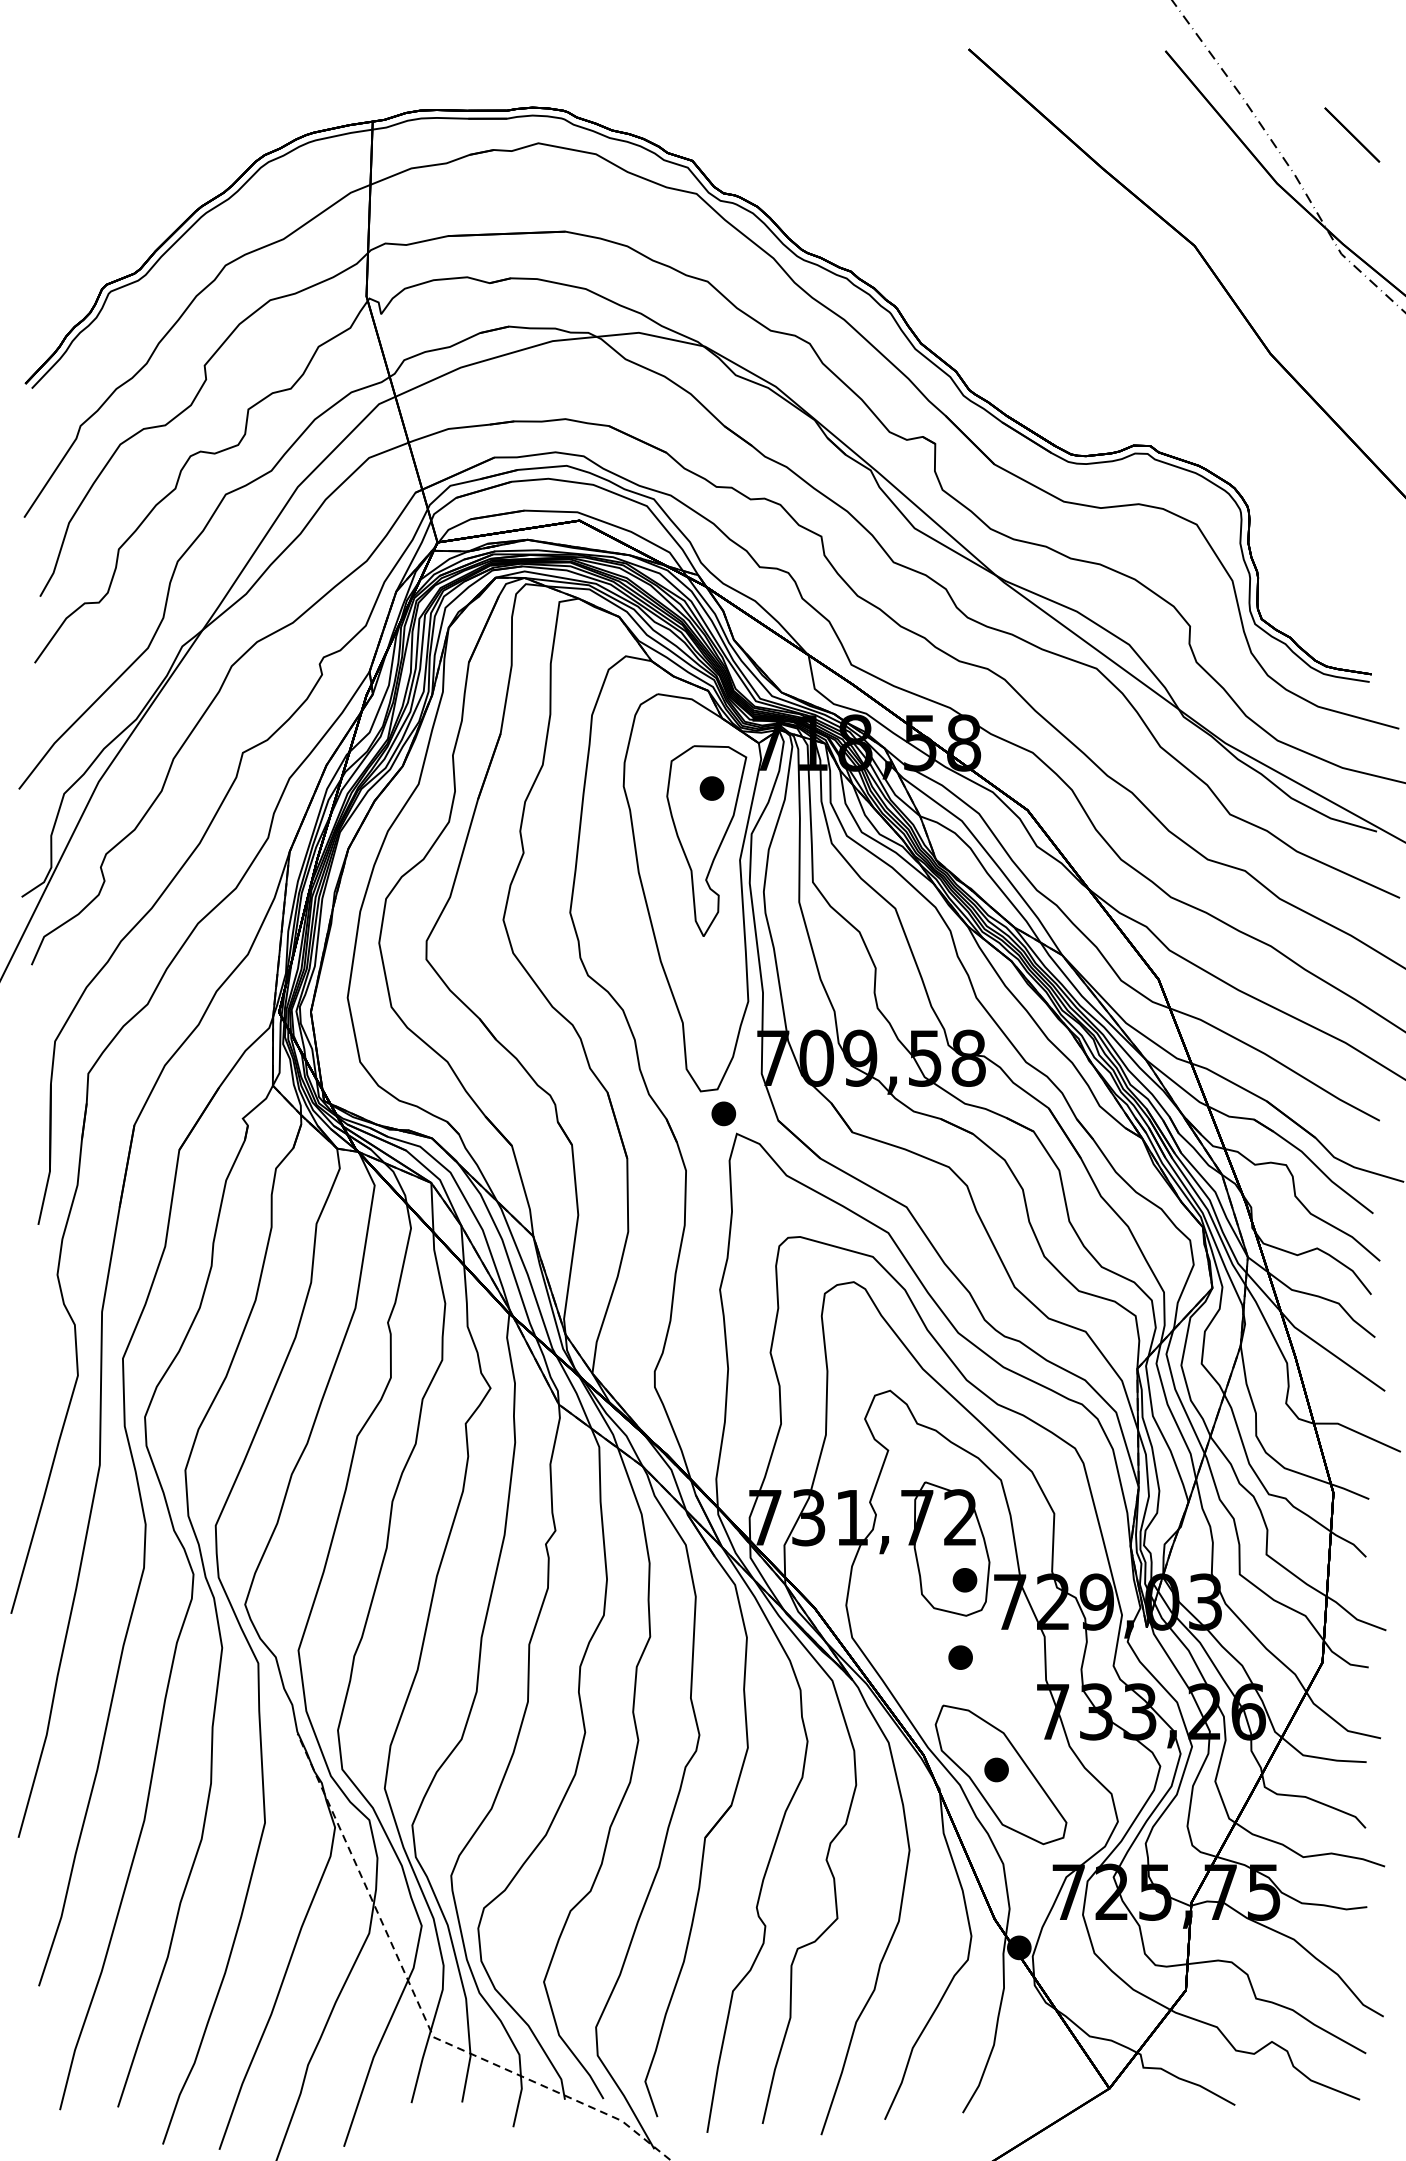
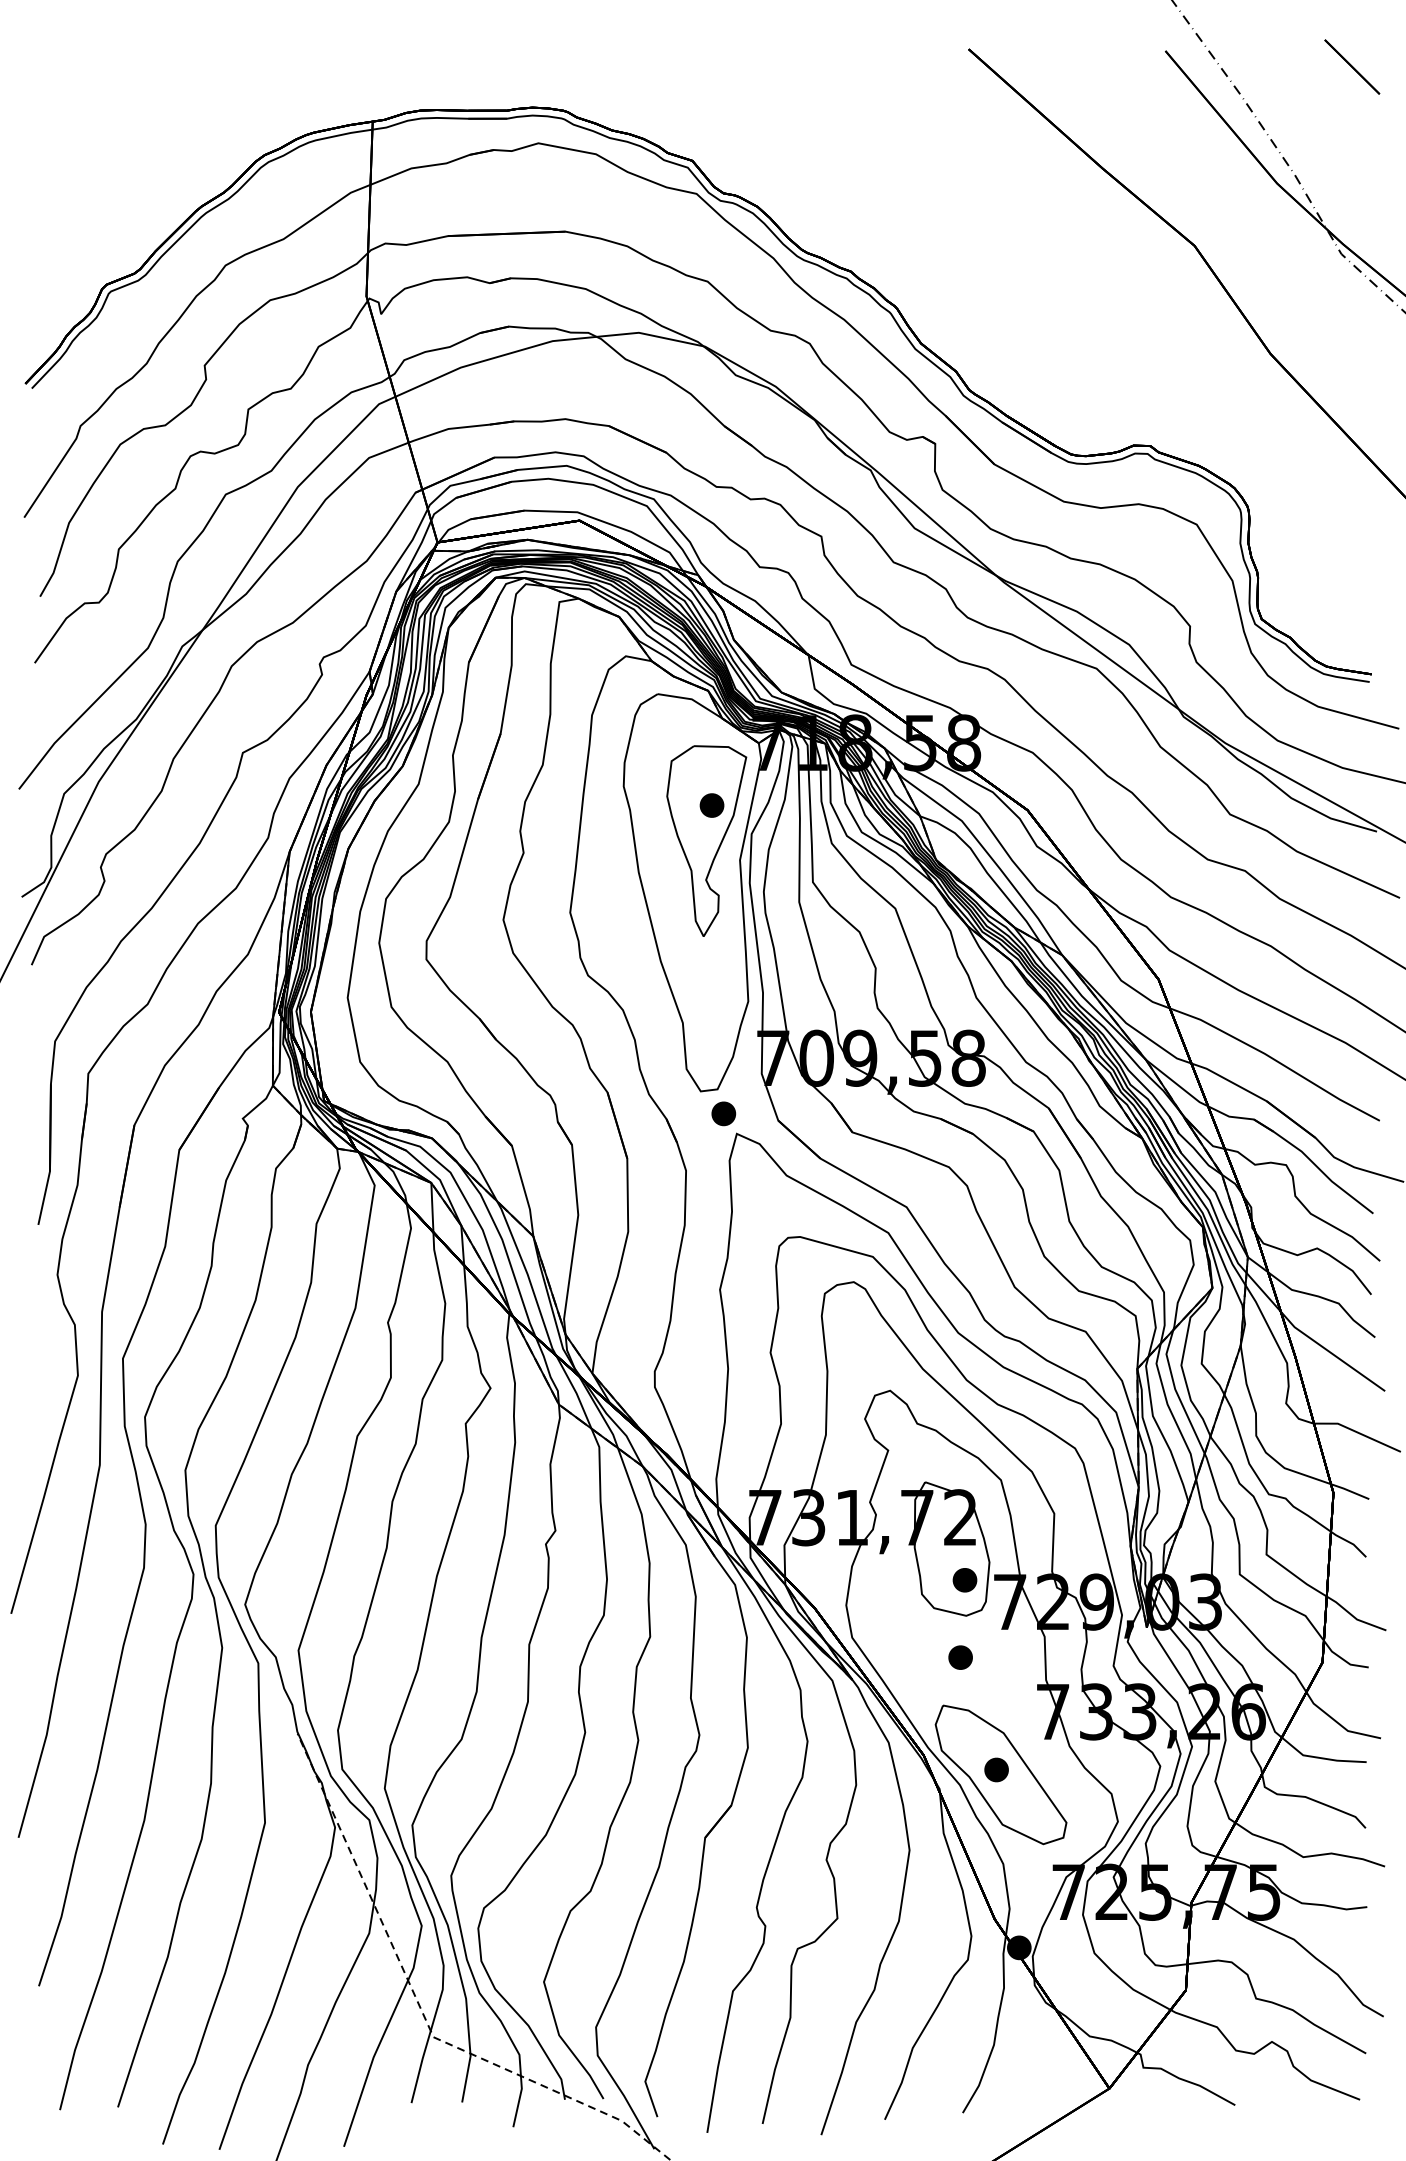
line at (1352, 134) position: (1352, 134) -> (1352, 66)
part at (711, 788) position: (711, 788) -> (711, 805)
